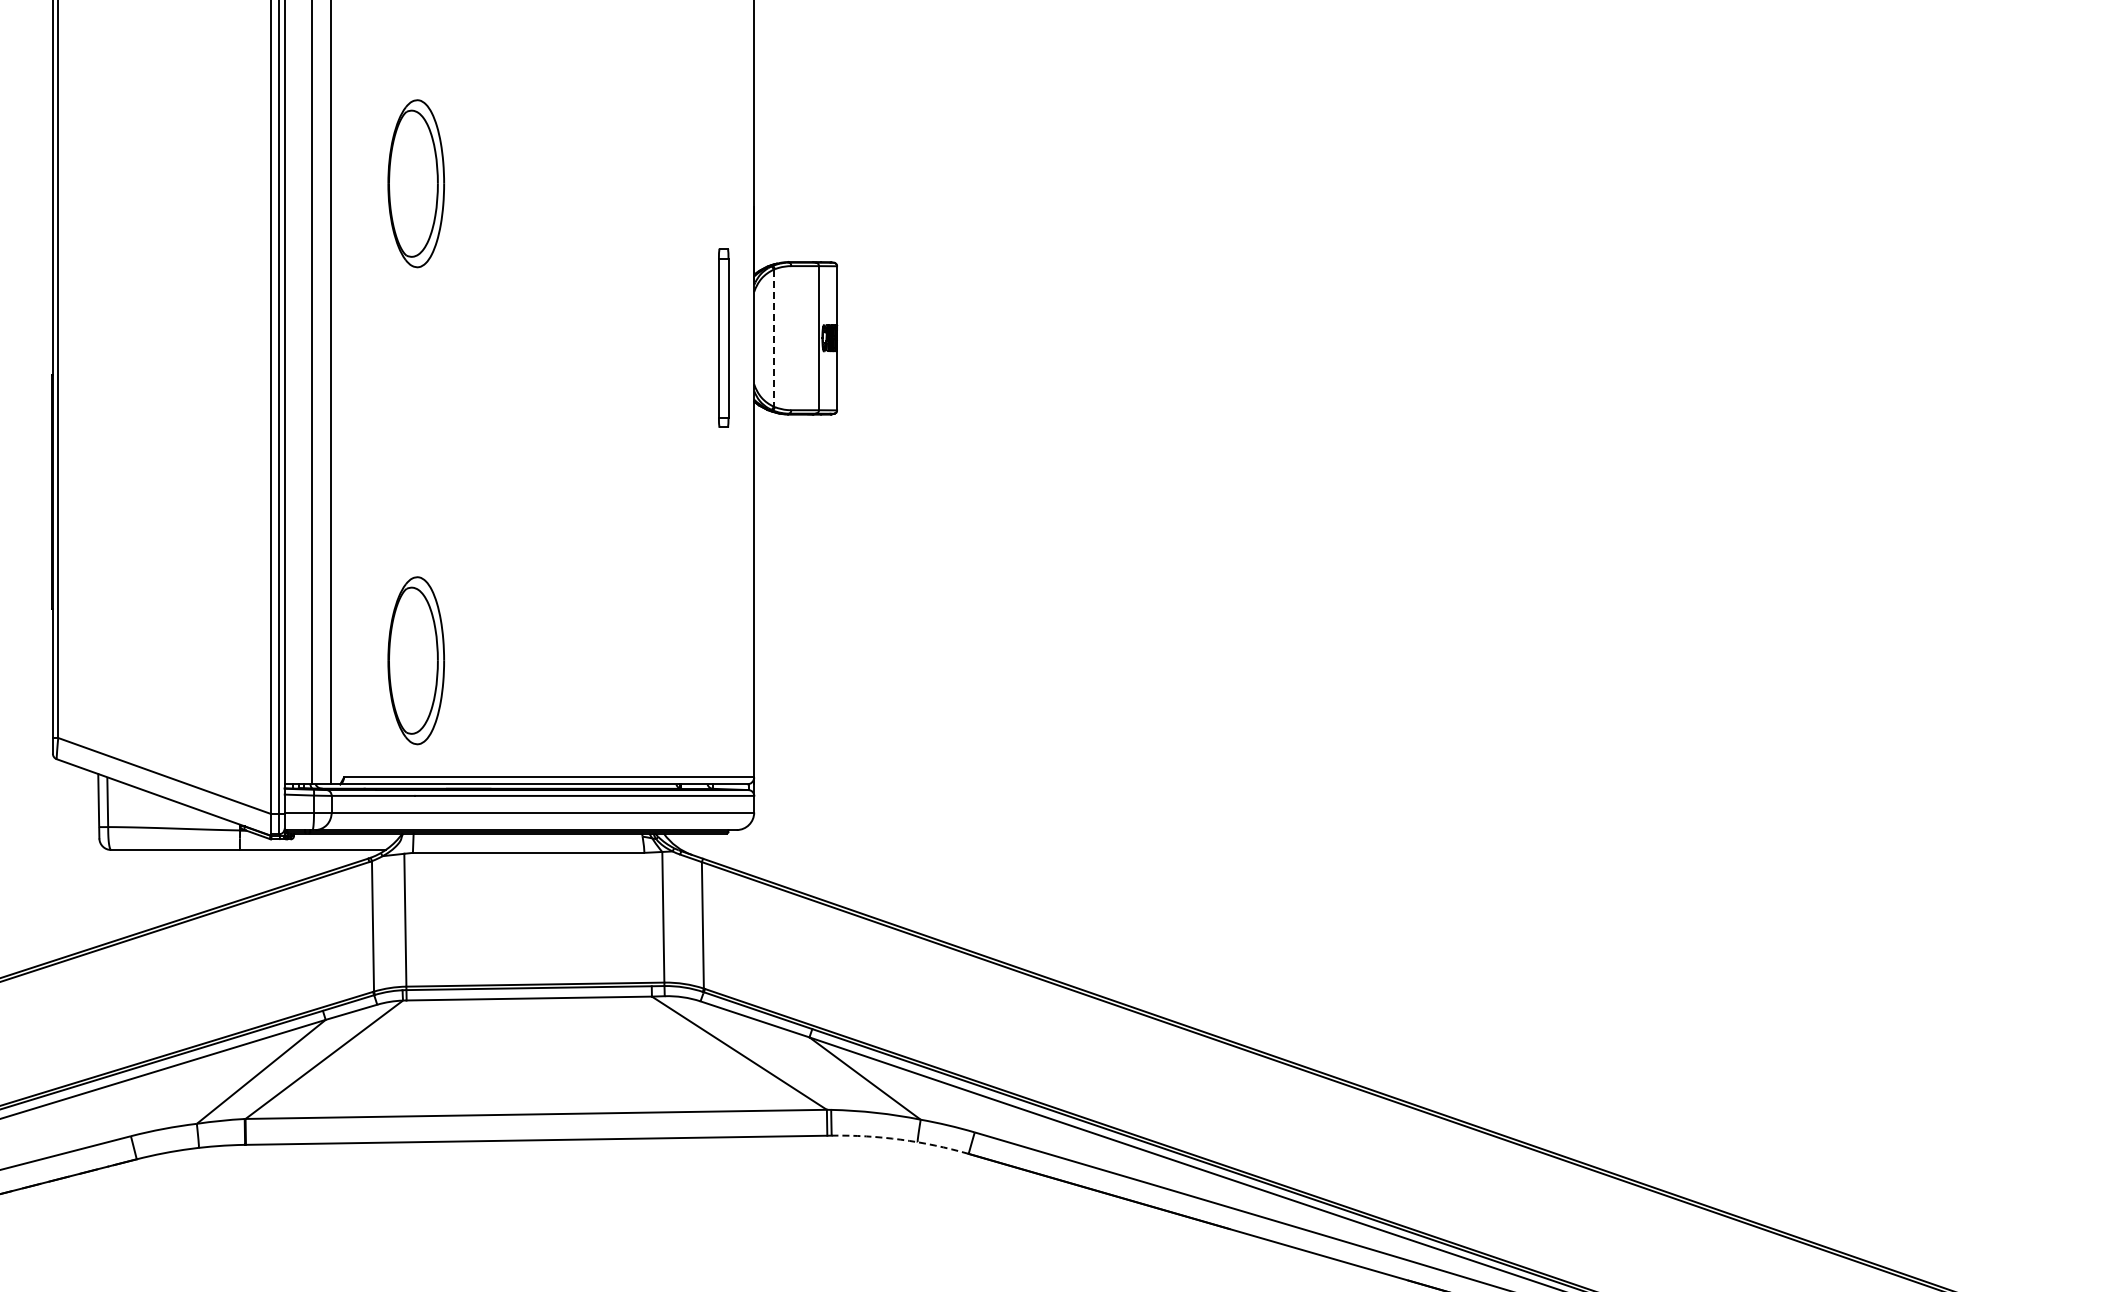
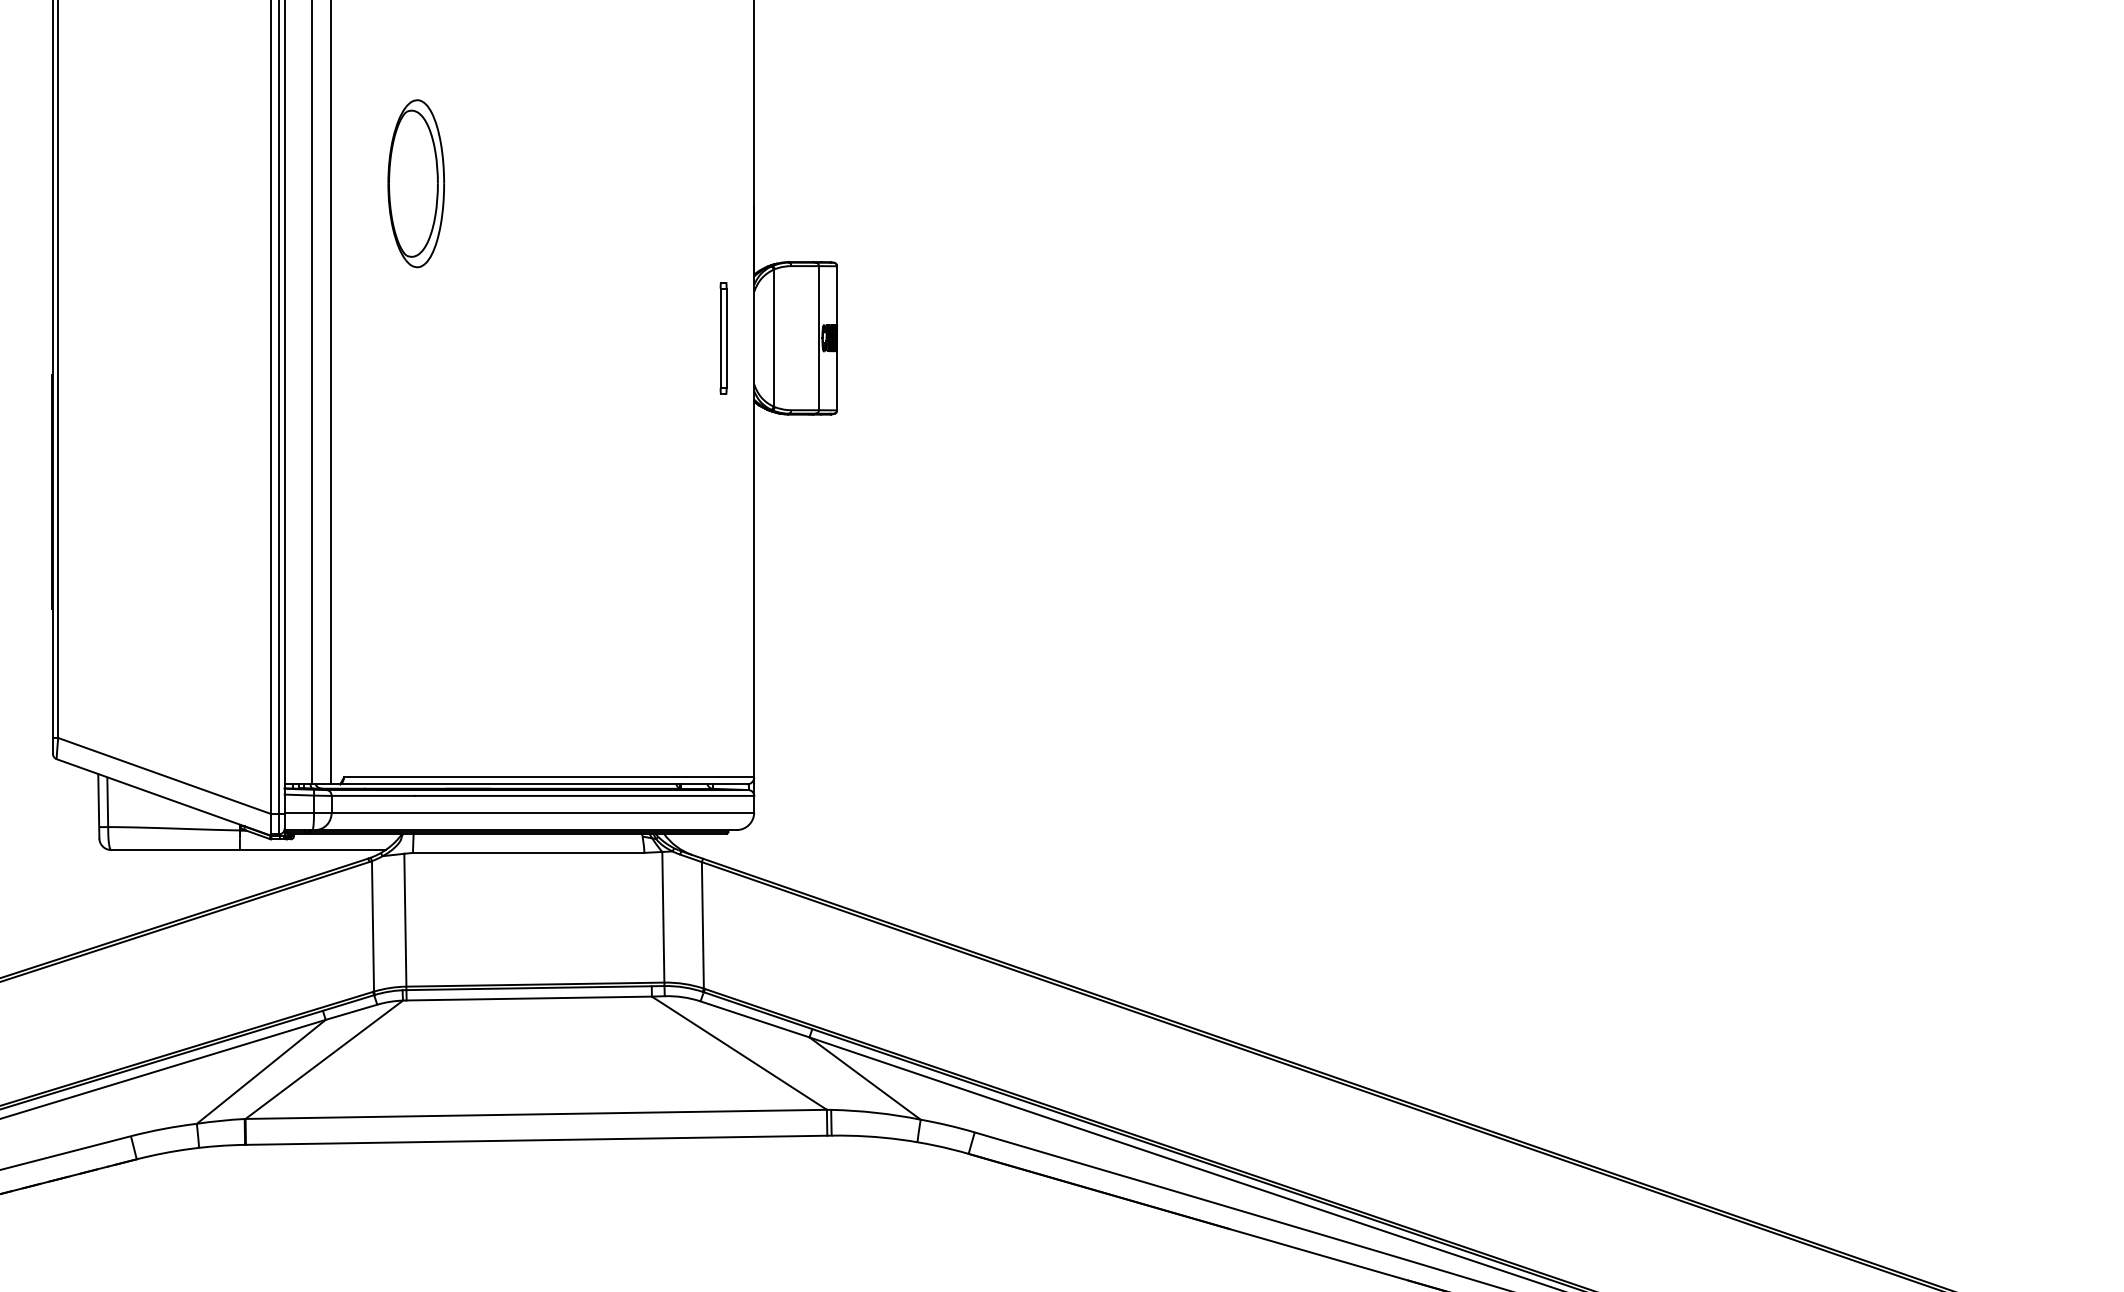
part at (723, 337) size: 12x180 px -> 9x113 px
line at (773, 338): dashed -> solid
part at (415, 660): present -> none
arc at (900, 1139): dashed -> solid
